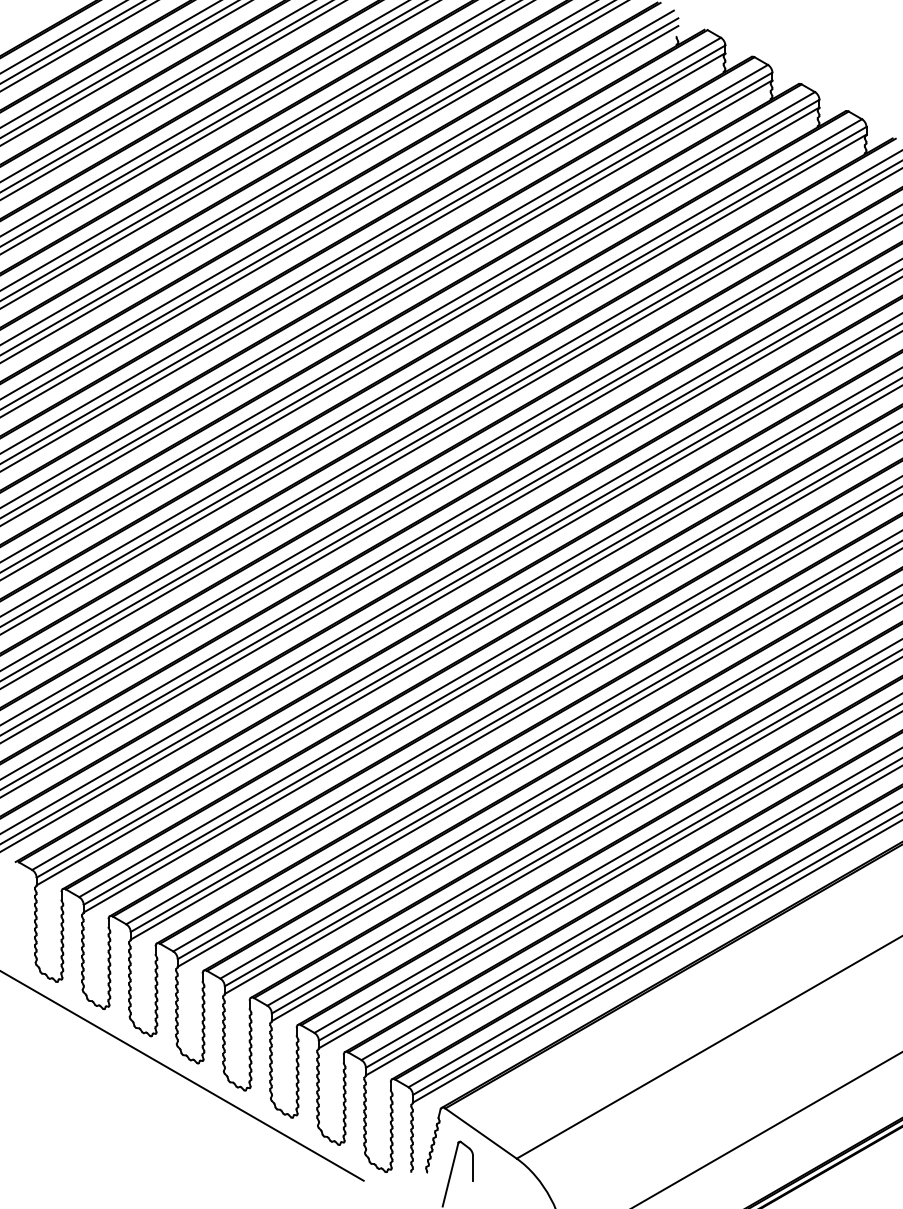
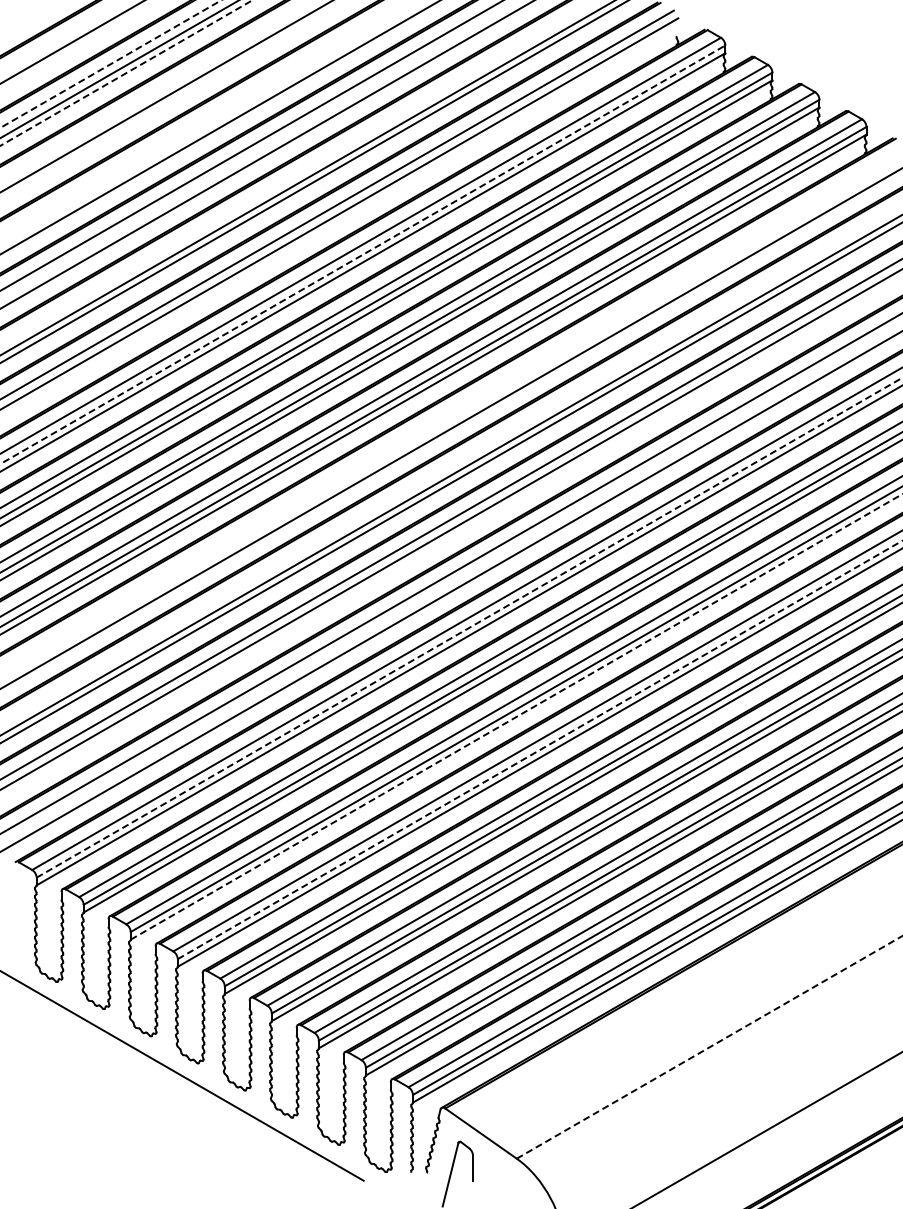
line at (62, 37): present -> none
line at (78, 46): present -> none
line at (111, 63): solid -> dashed
line at (127, 72): solid -> dashed
line at (157, 91): present -> none
line at (172, 100): present -> none
line at (204, 118): present -> none
line at (212, 123): present -> none
line at (260, 150): present -> none
line at (298, 173): present -> none
line at (340, 221): present -> none
line at (363, 254): solid -> dashed
line at (450, 410): present -> none
line at (450, 420): present -> none
line at (450, 465): present -> none
line at (450, 537): present -> none
line at (450, 584): present -> none
line at (469, 627): solid -> dashed
line at (516, 716): solid -> dashed
line at (540, 749): solid -> dashed
line at (709, 1047): solid -> dashed
